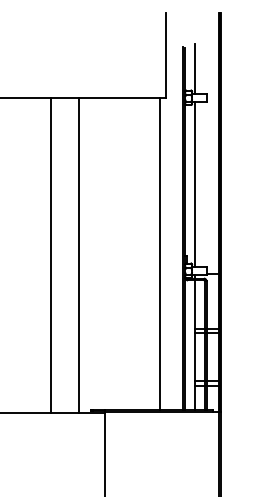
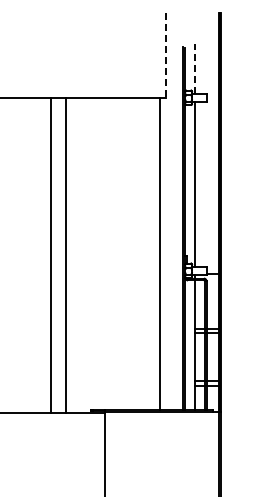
line at (166, 55): solid -> dashed
line at (194, 68): solid -> dashed
line at (78, 255) position: (78, 255) -> (65, 255)
